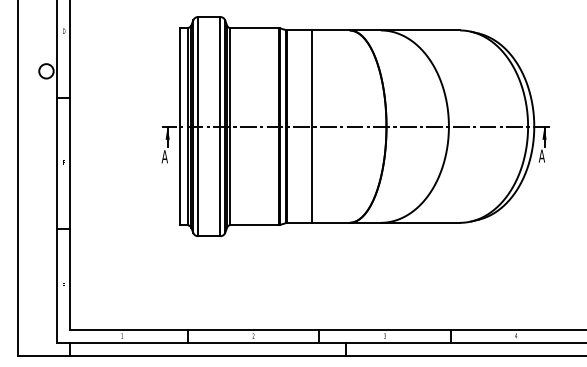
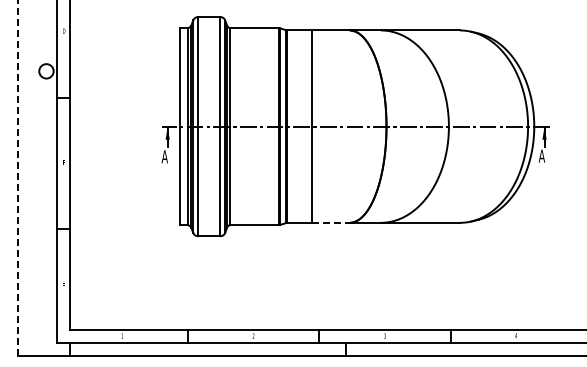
line at (17, 178): solid -> dashed
line at (331, 222): solid -> dashed
